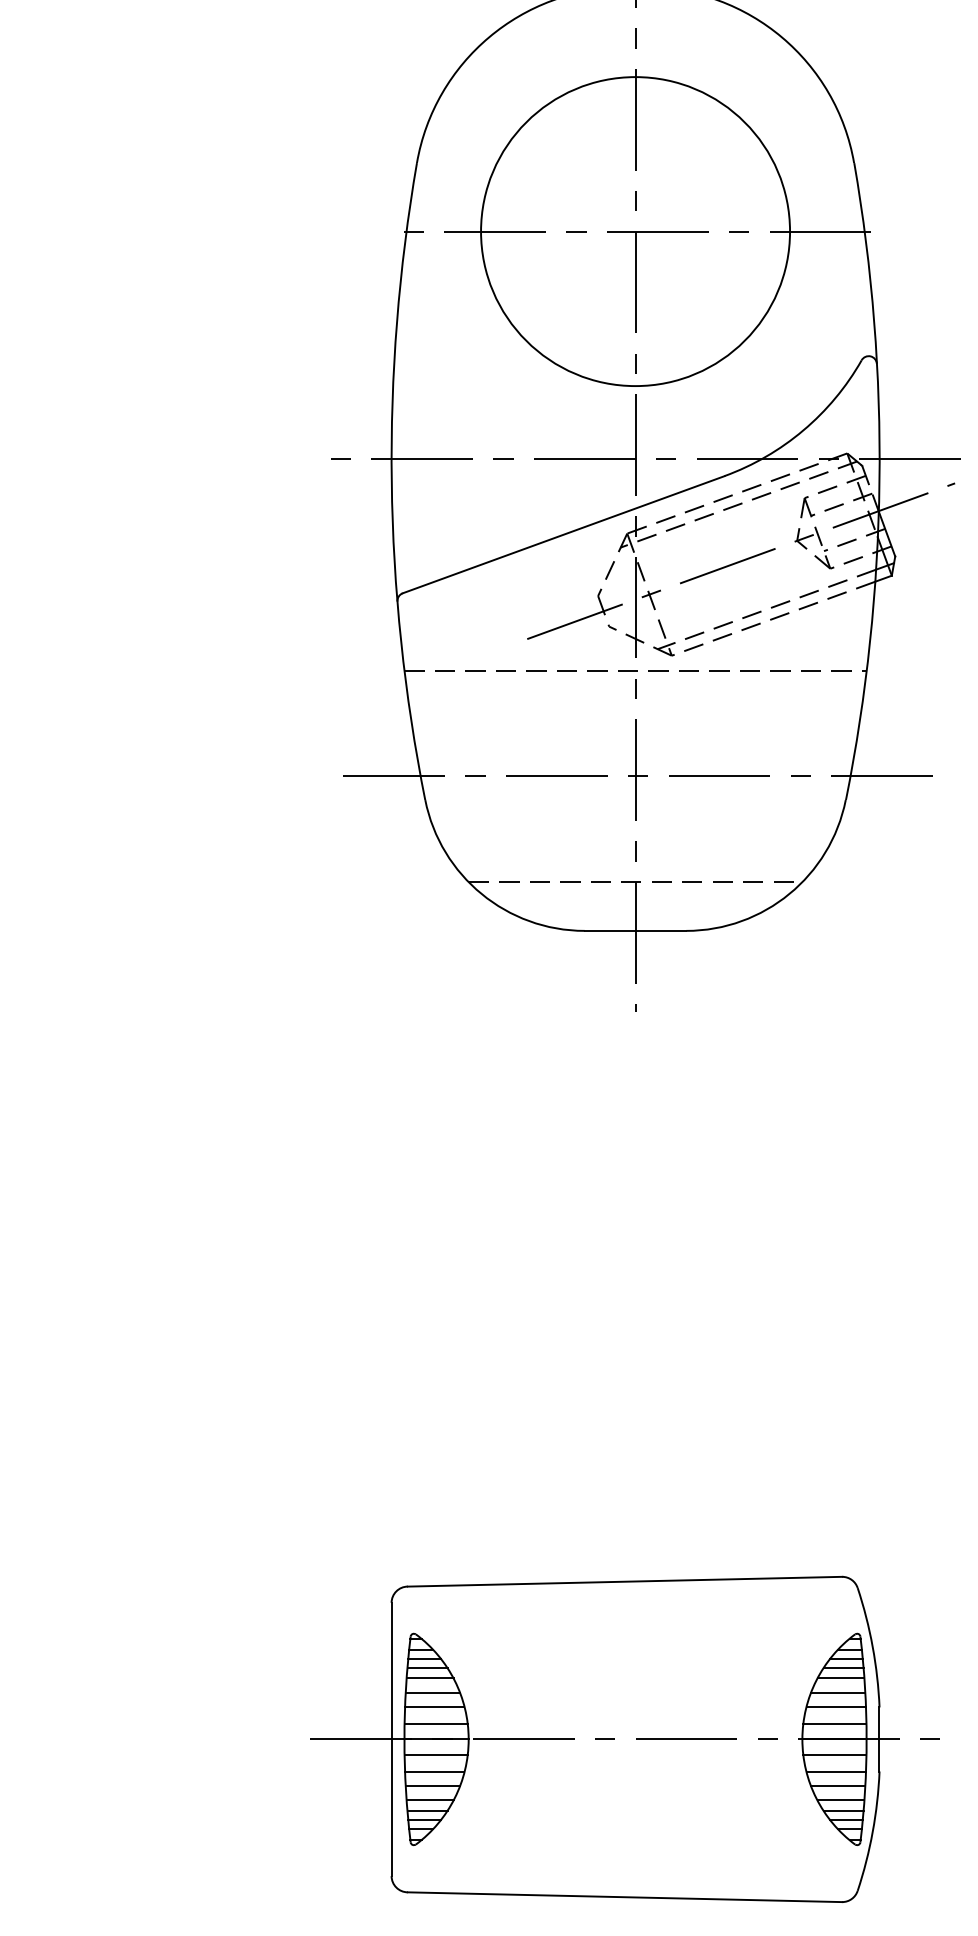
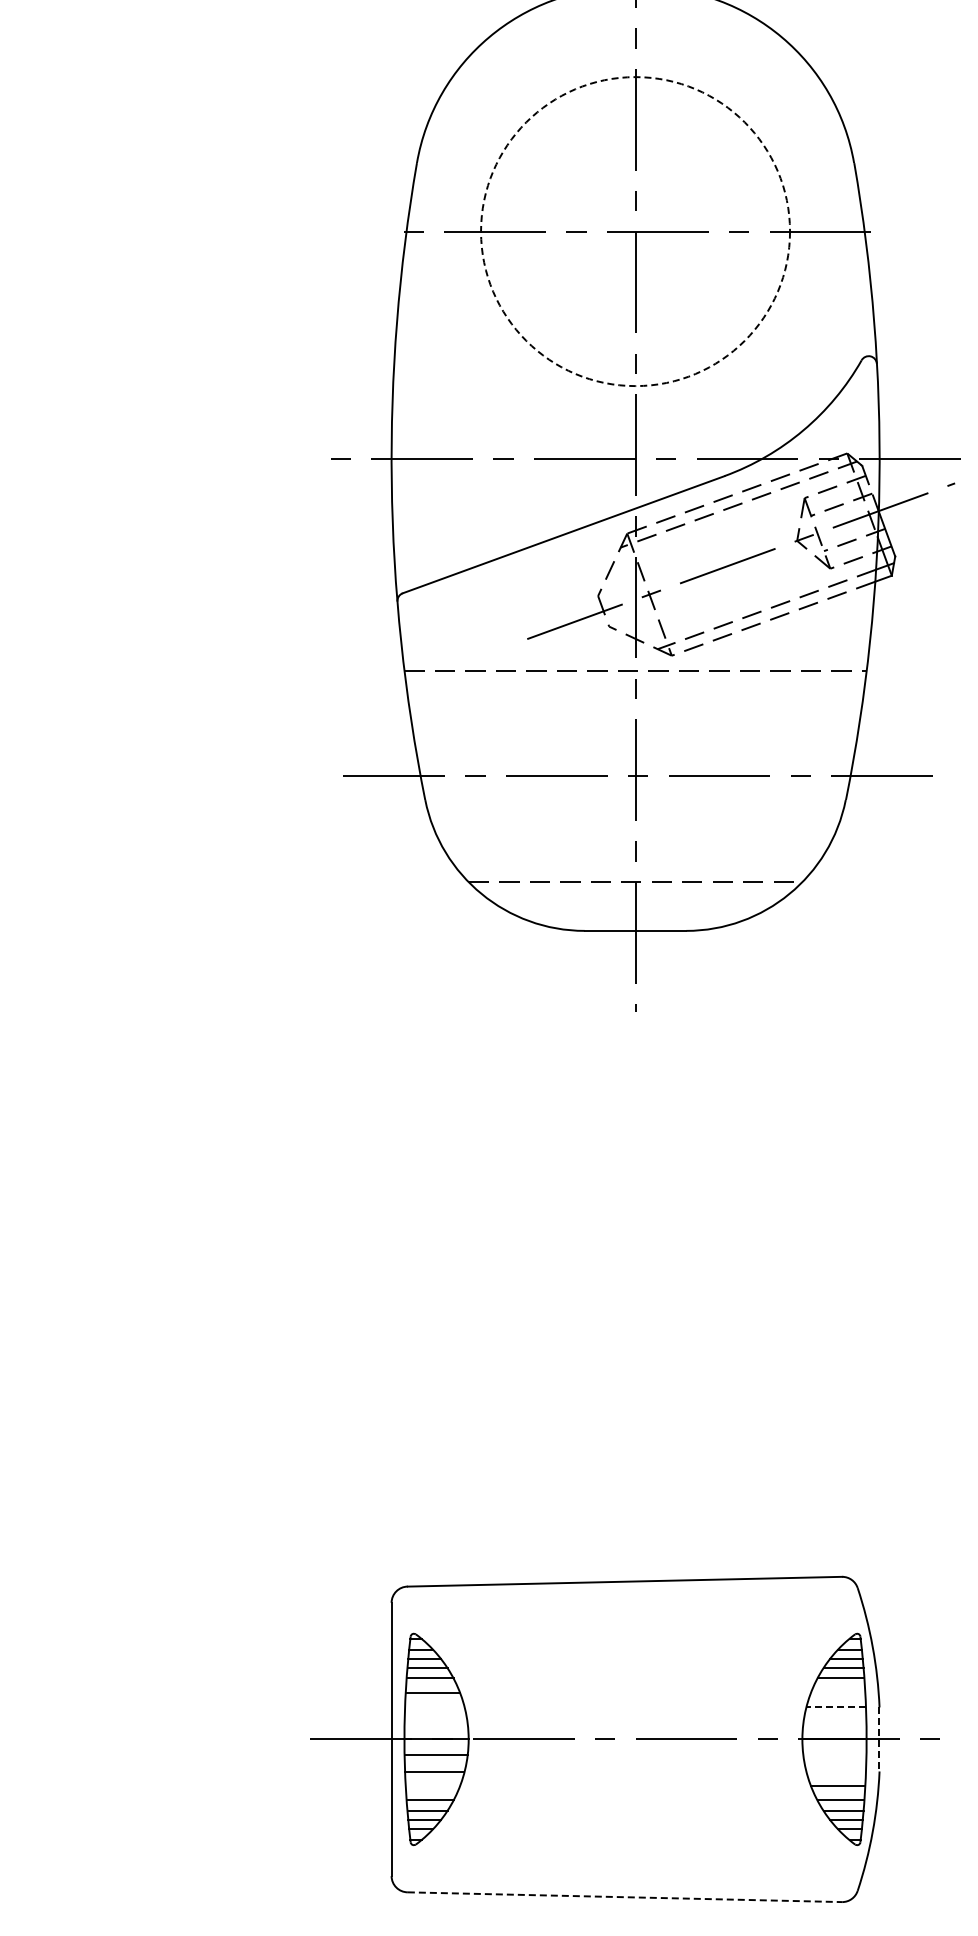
circle at (635, 231): solid -> dashed
line at (838, 1693): present -> none
line at (434, 1706): present -> none
line at (836, 1706): solid -> dashed
line at (435, 1723): present -> none
line at (834, 1723): present -> none
line at (879, 1739): solid -> dashed
line at (834, 1755): present -> none
line at (835, 1772): present -> none
line at (432, 1785): present -> none
line at (625, 1897): solid -> dashed
